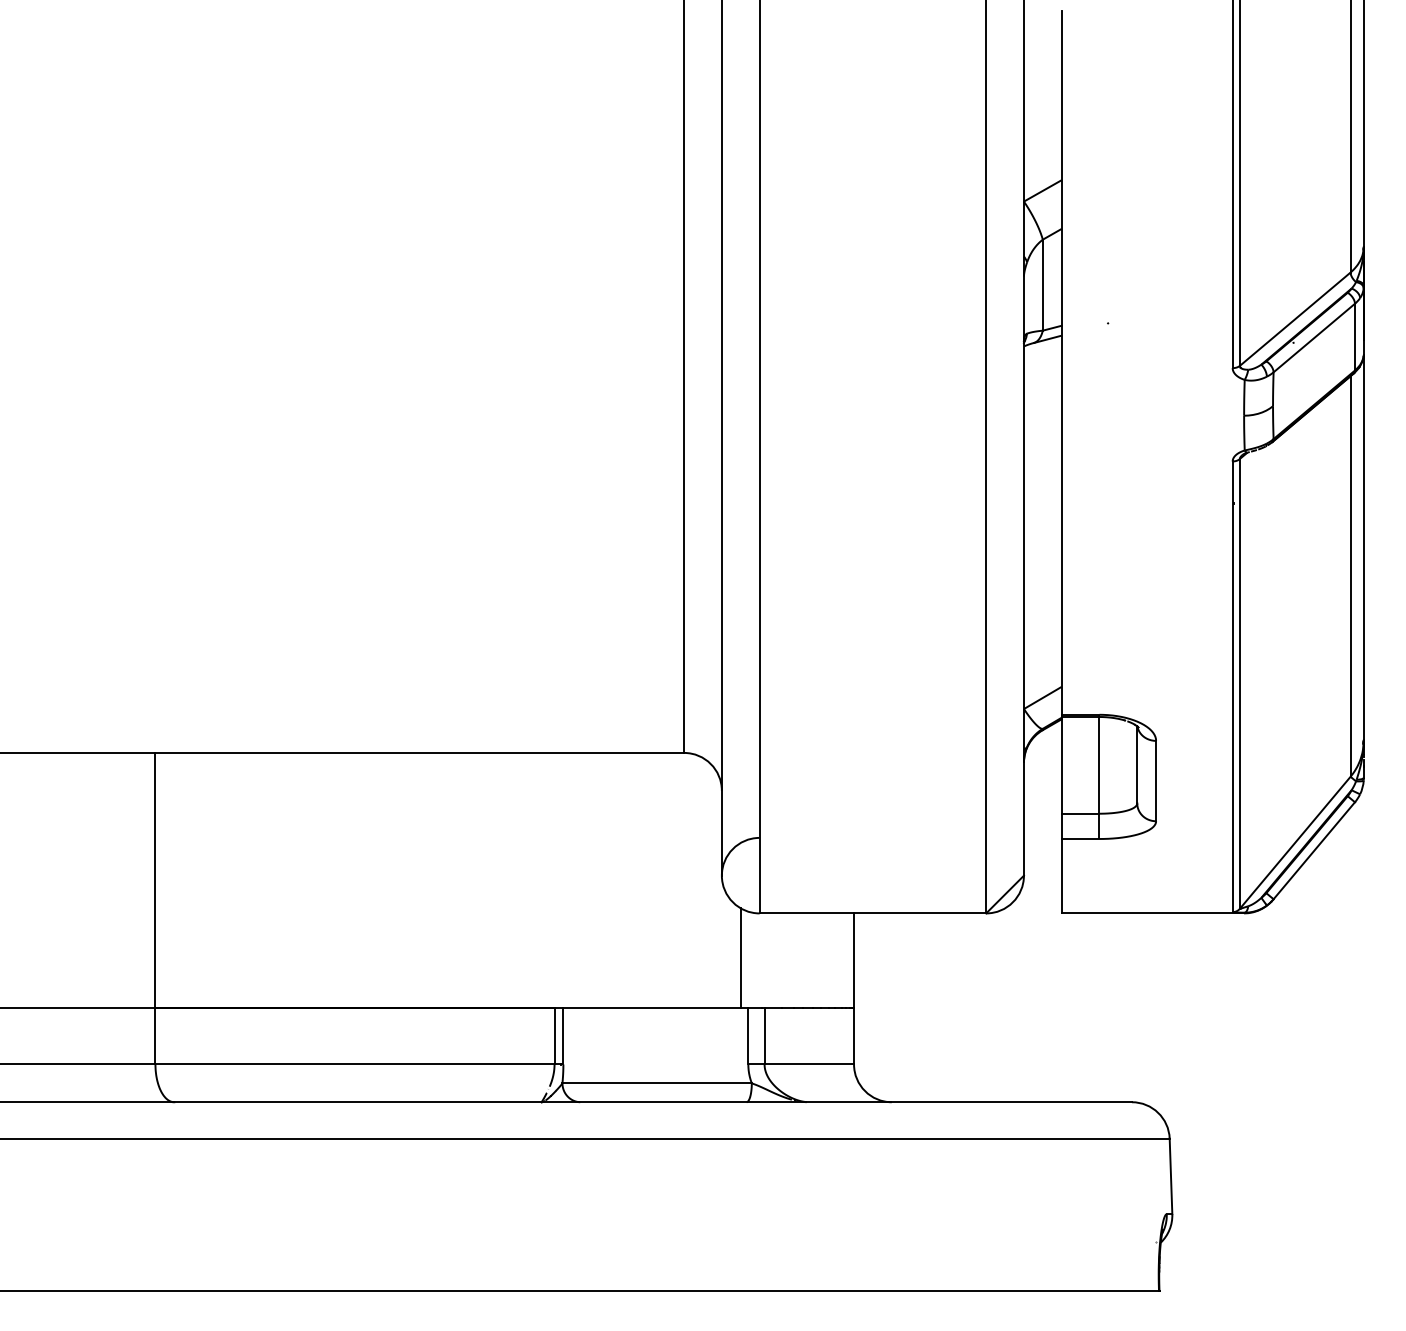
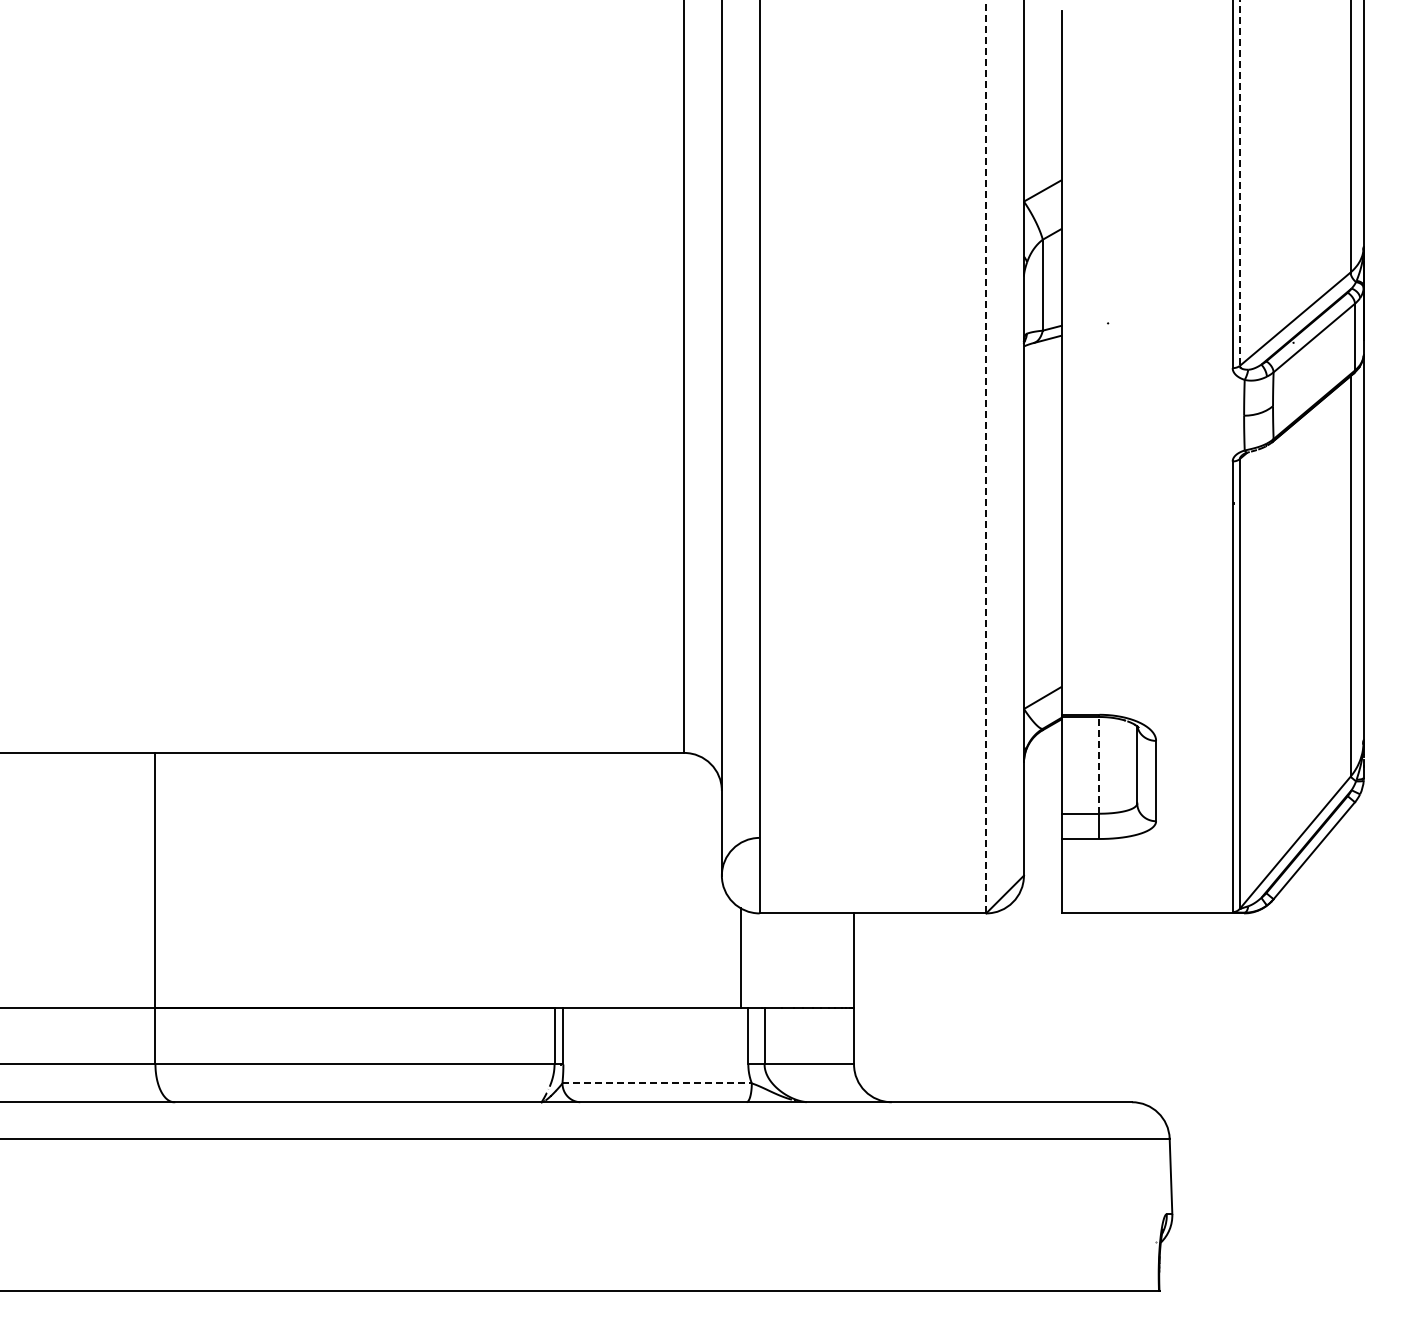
line at (1239, 183): solid -> dashed
line at (986, 456): solid -> dashed
line at (1099, 764): solid -> dashed
line at (657, 1083): solid -> dashed
